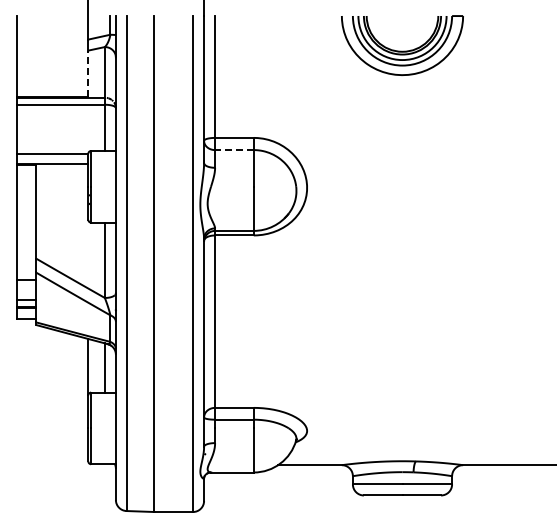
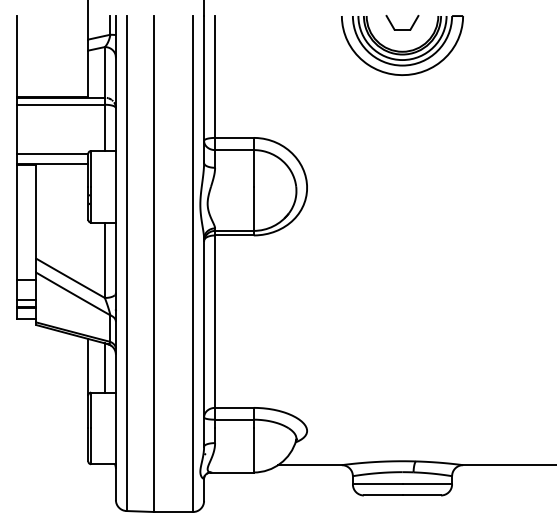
part at (402, 29): none -> present
line at (88, 73): dashed -> solid
line at (233, 150): dashed -> solid
